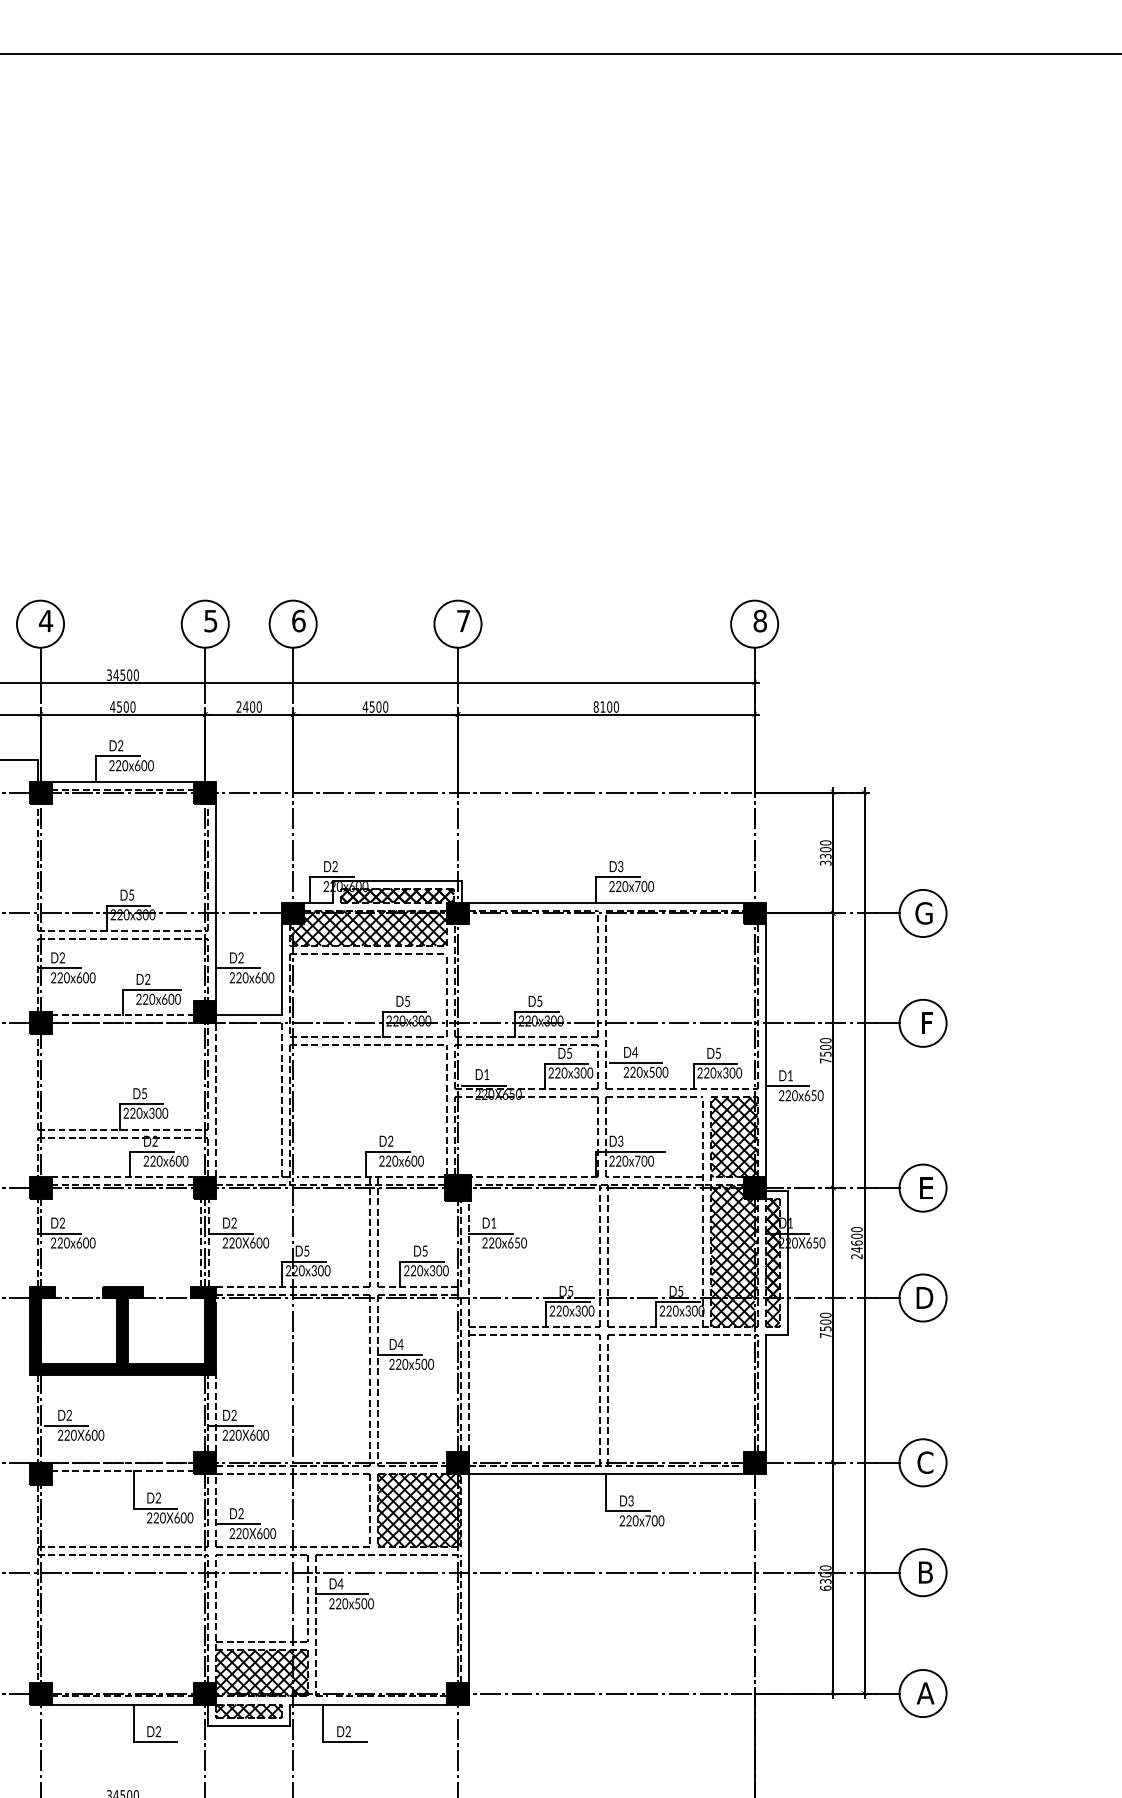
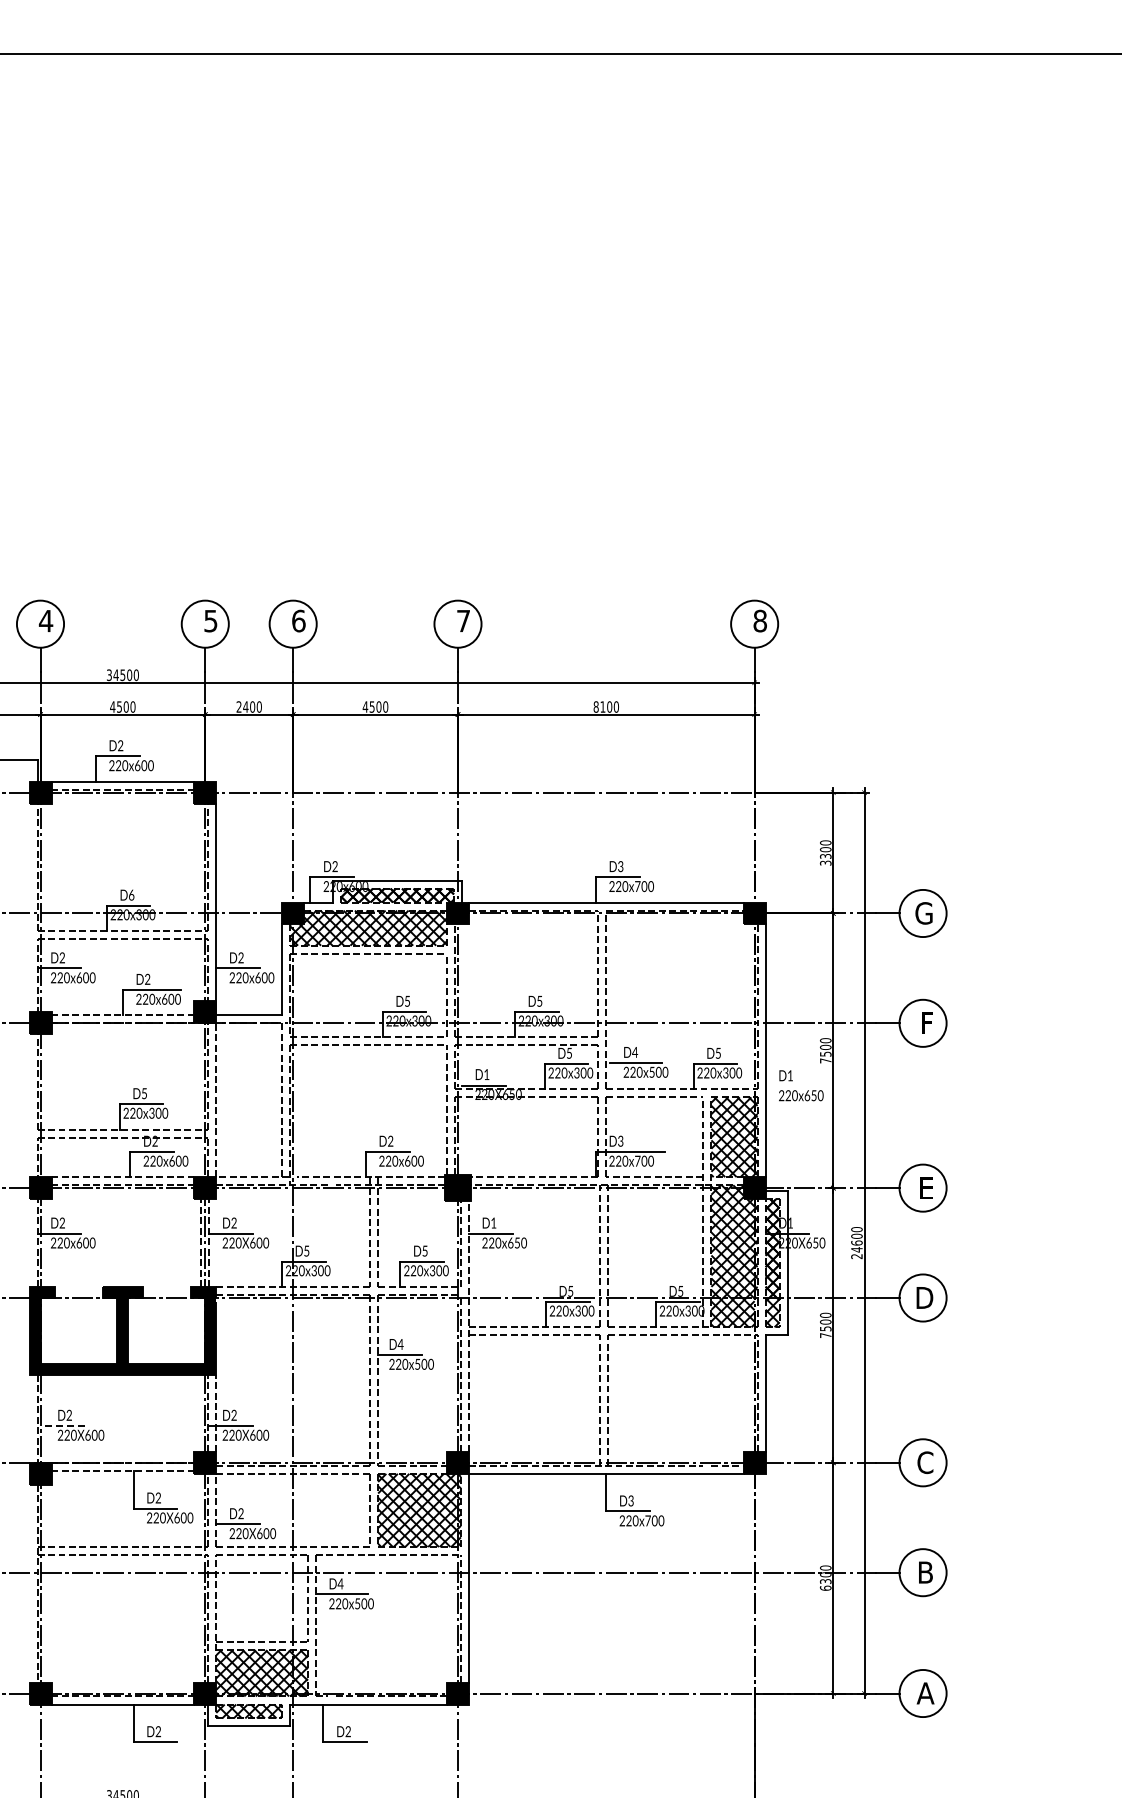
text at (131, 894): D5 -> D6
line at (787, 1086): present -> none
line at (66, 1425): solid -> dashed
